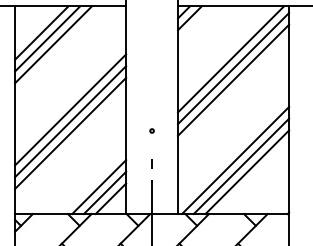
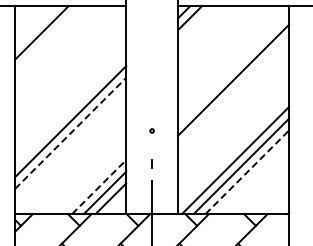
line at (47, 38): present -> none
line at (53, 44): present -> none
line at (230, 59): present -> none
line at (233, 68): present -> none
line at (70, 109): present -> none
line at (70, 133): solid -> dashed
line at (247, 171): solid -> dashed
line at (99, 186): solid -> dashed
